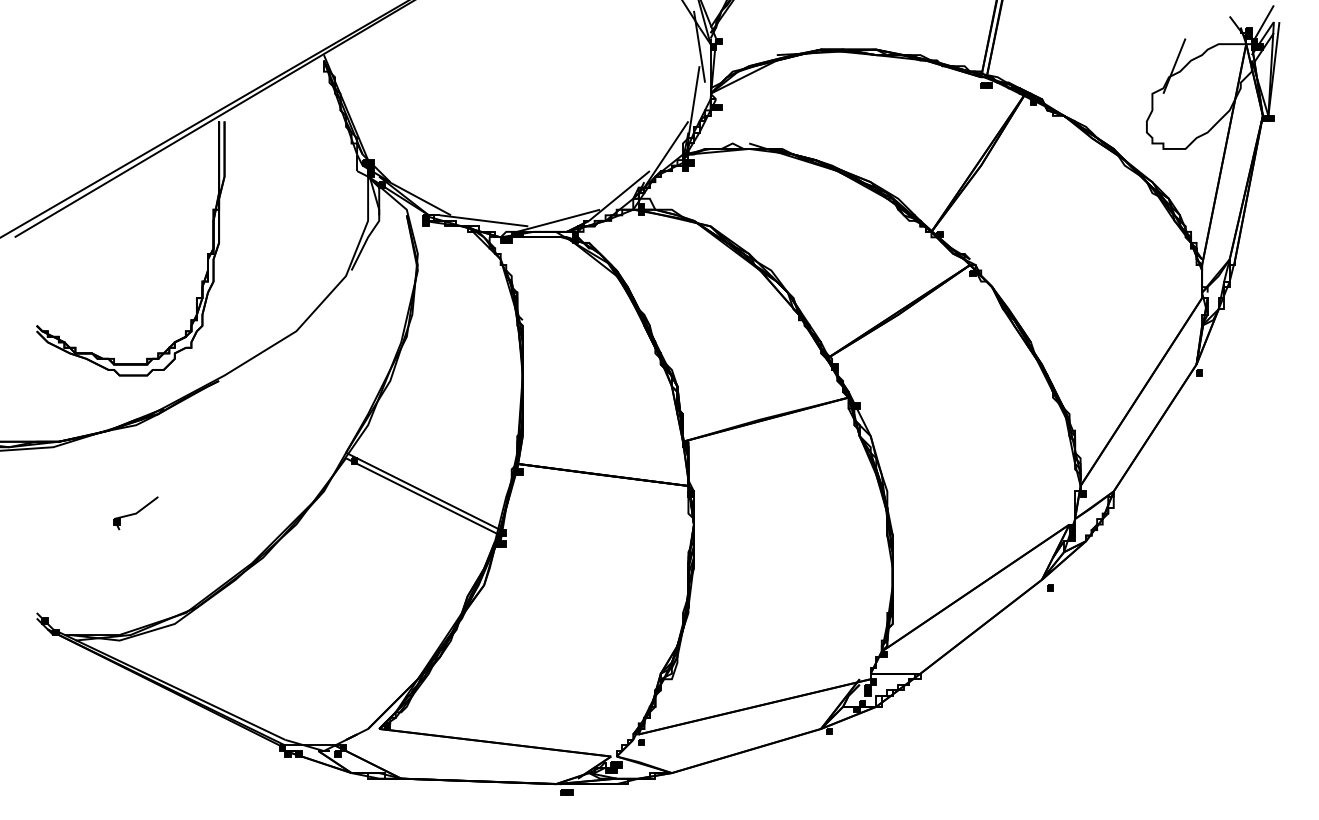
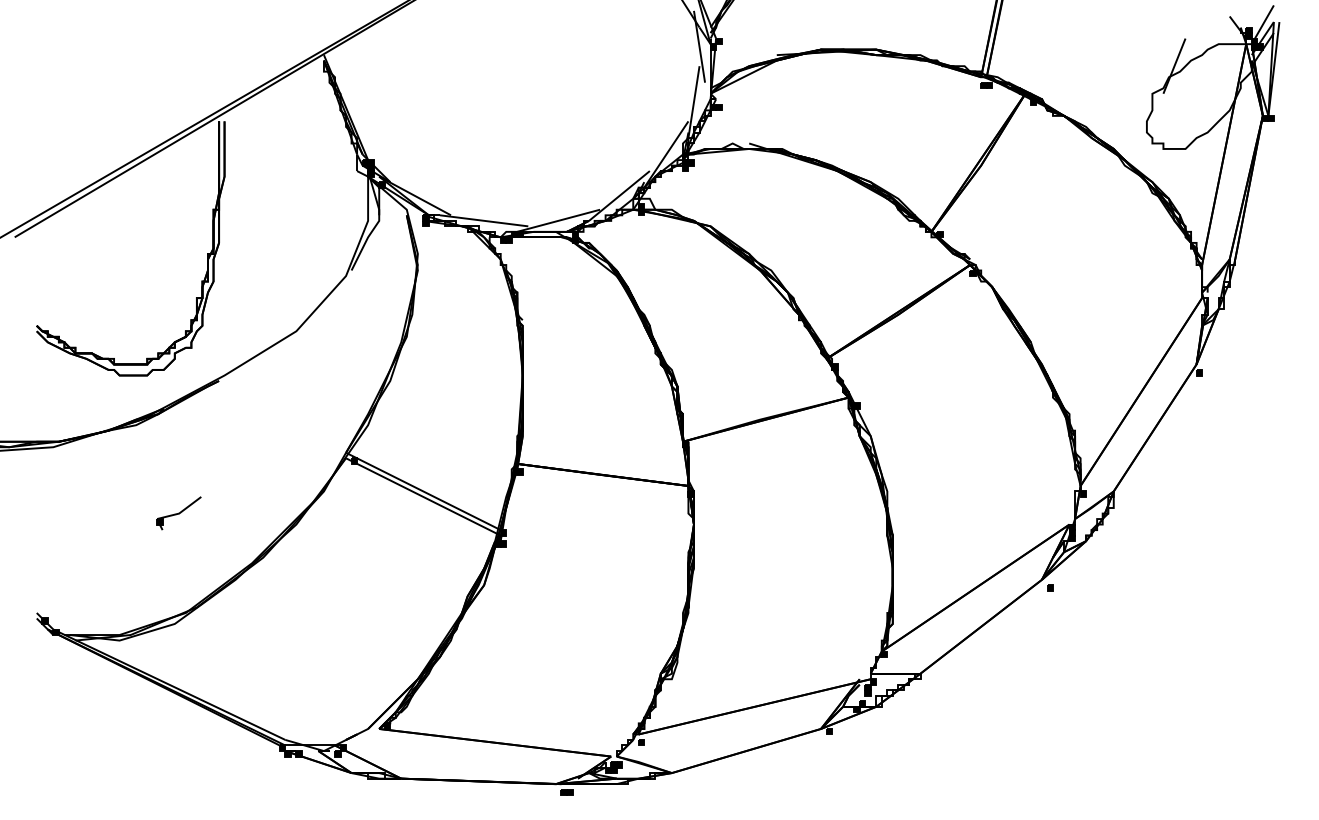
part at (135, 513) position: (135, 513) -> (178, 513)
